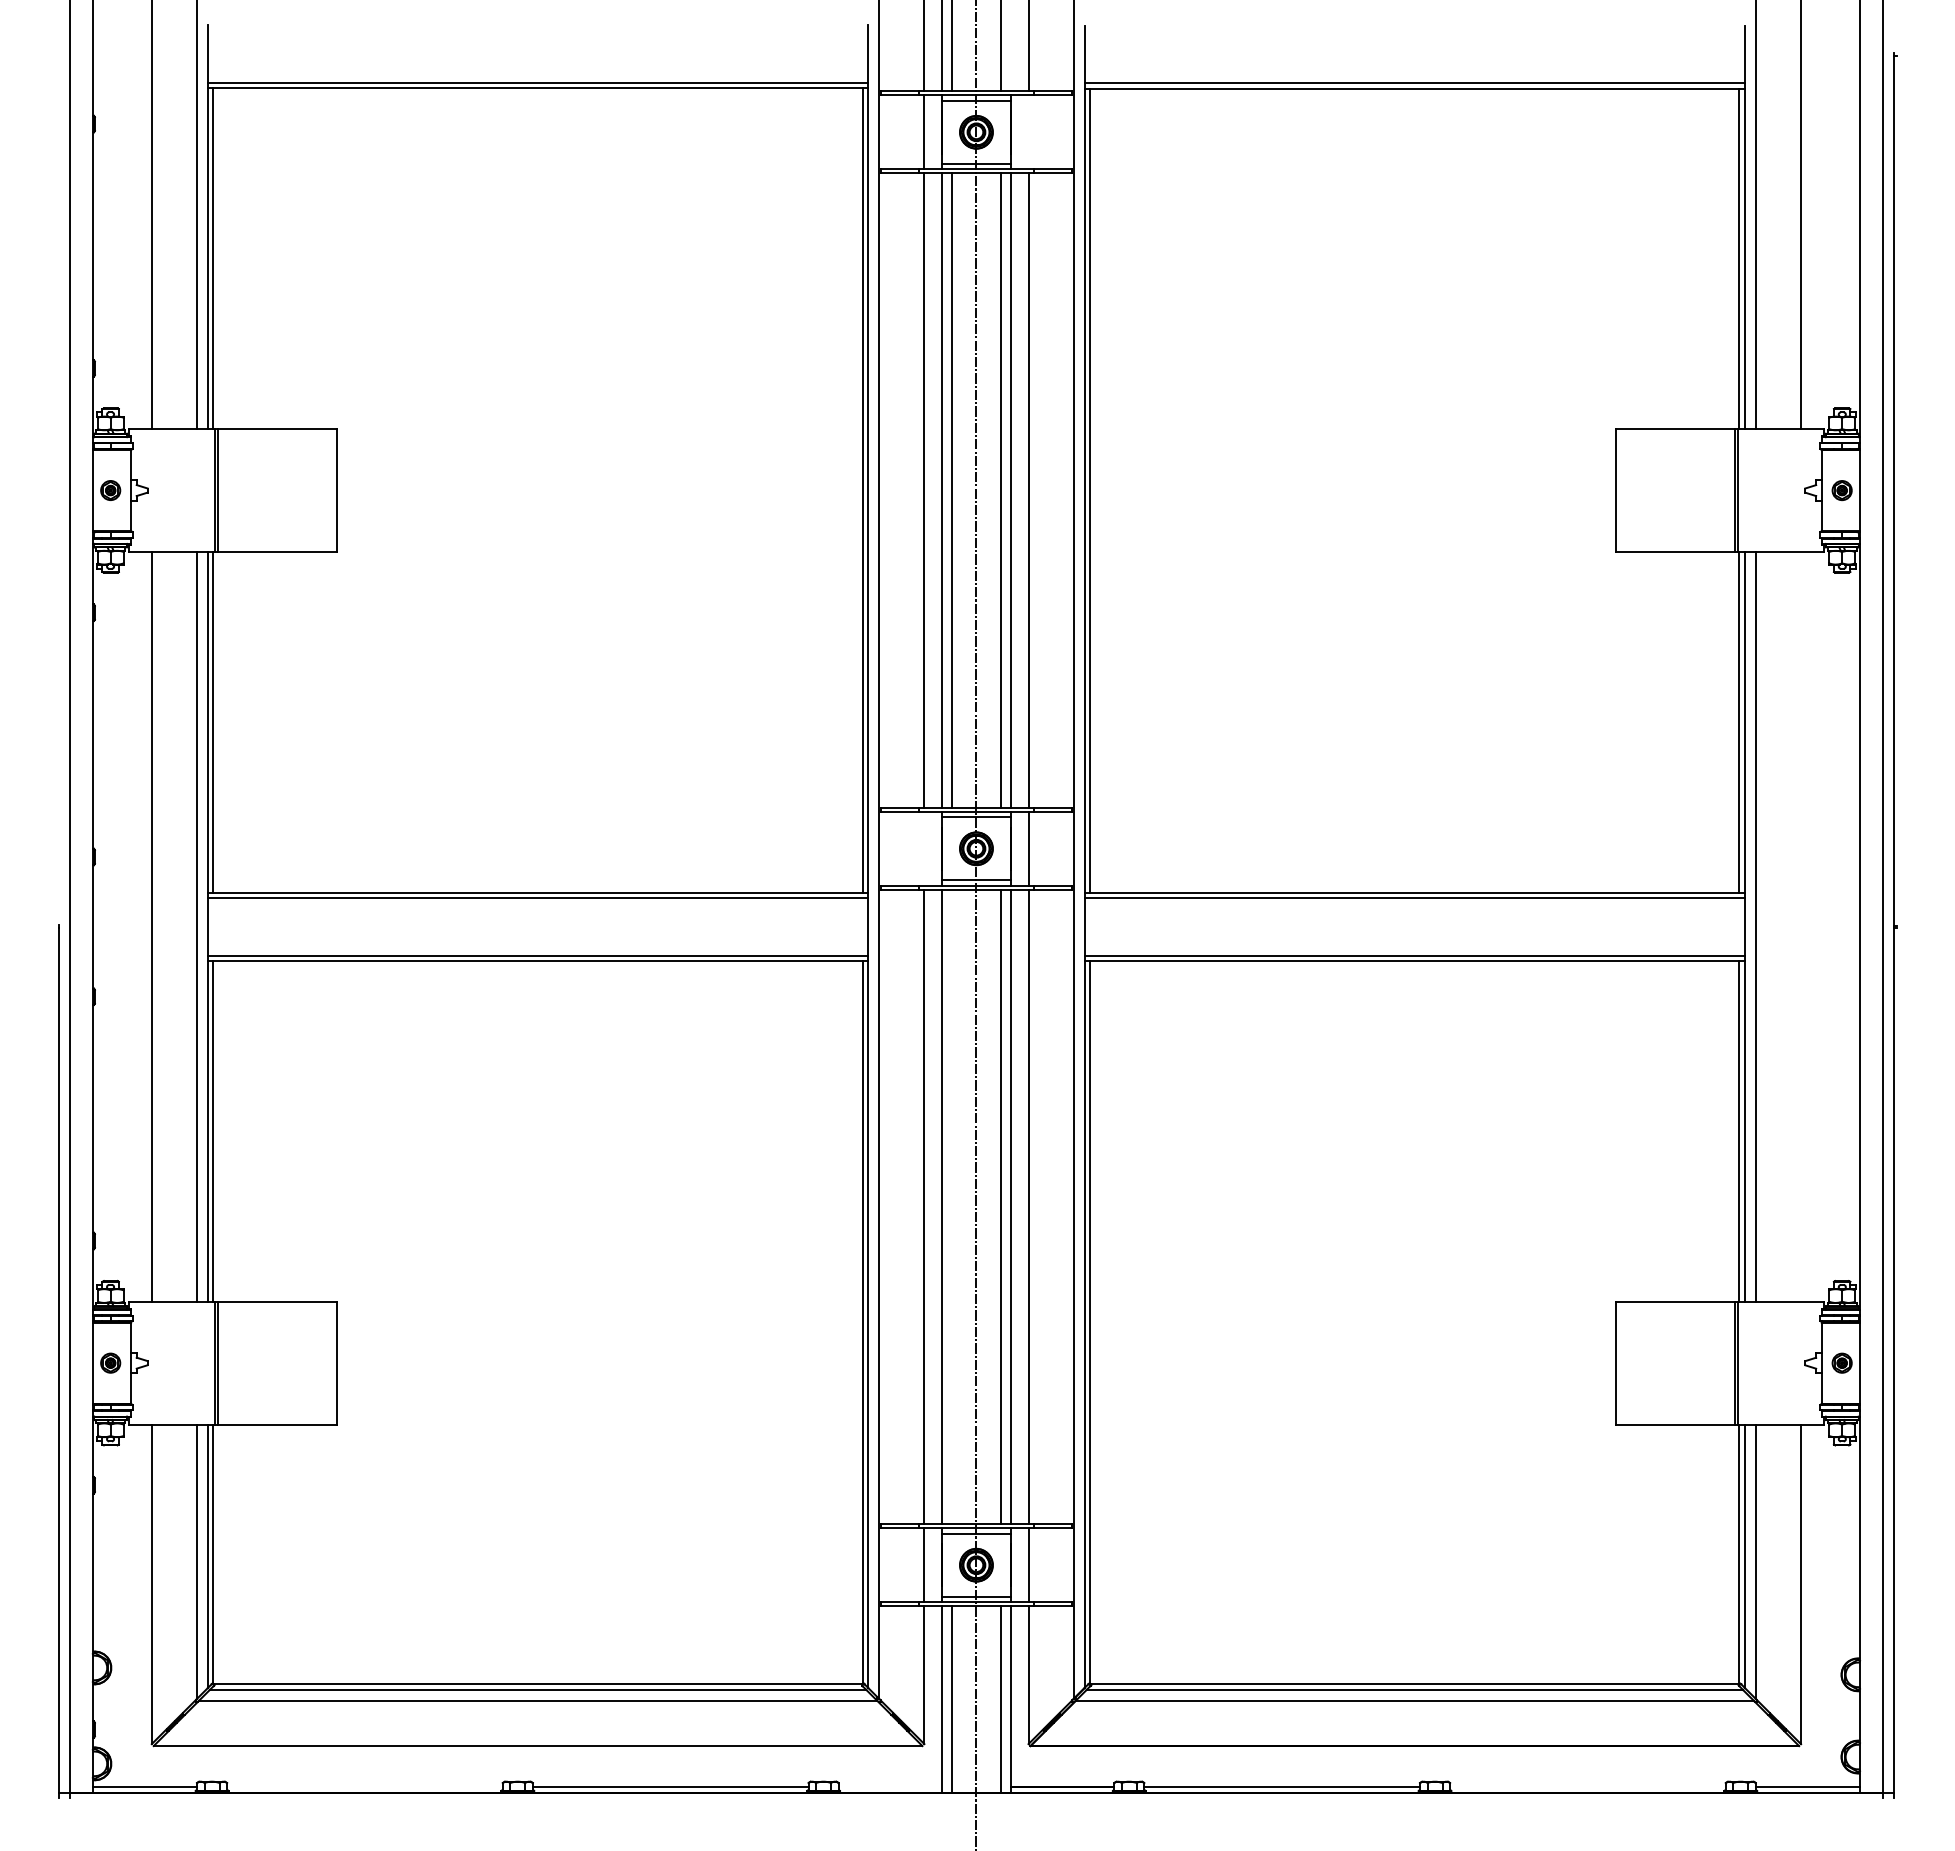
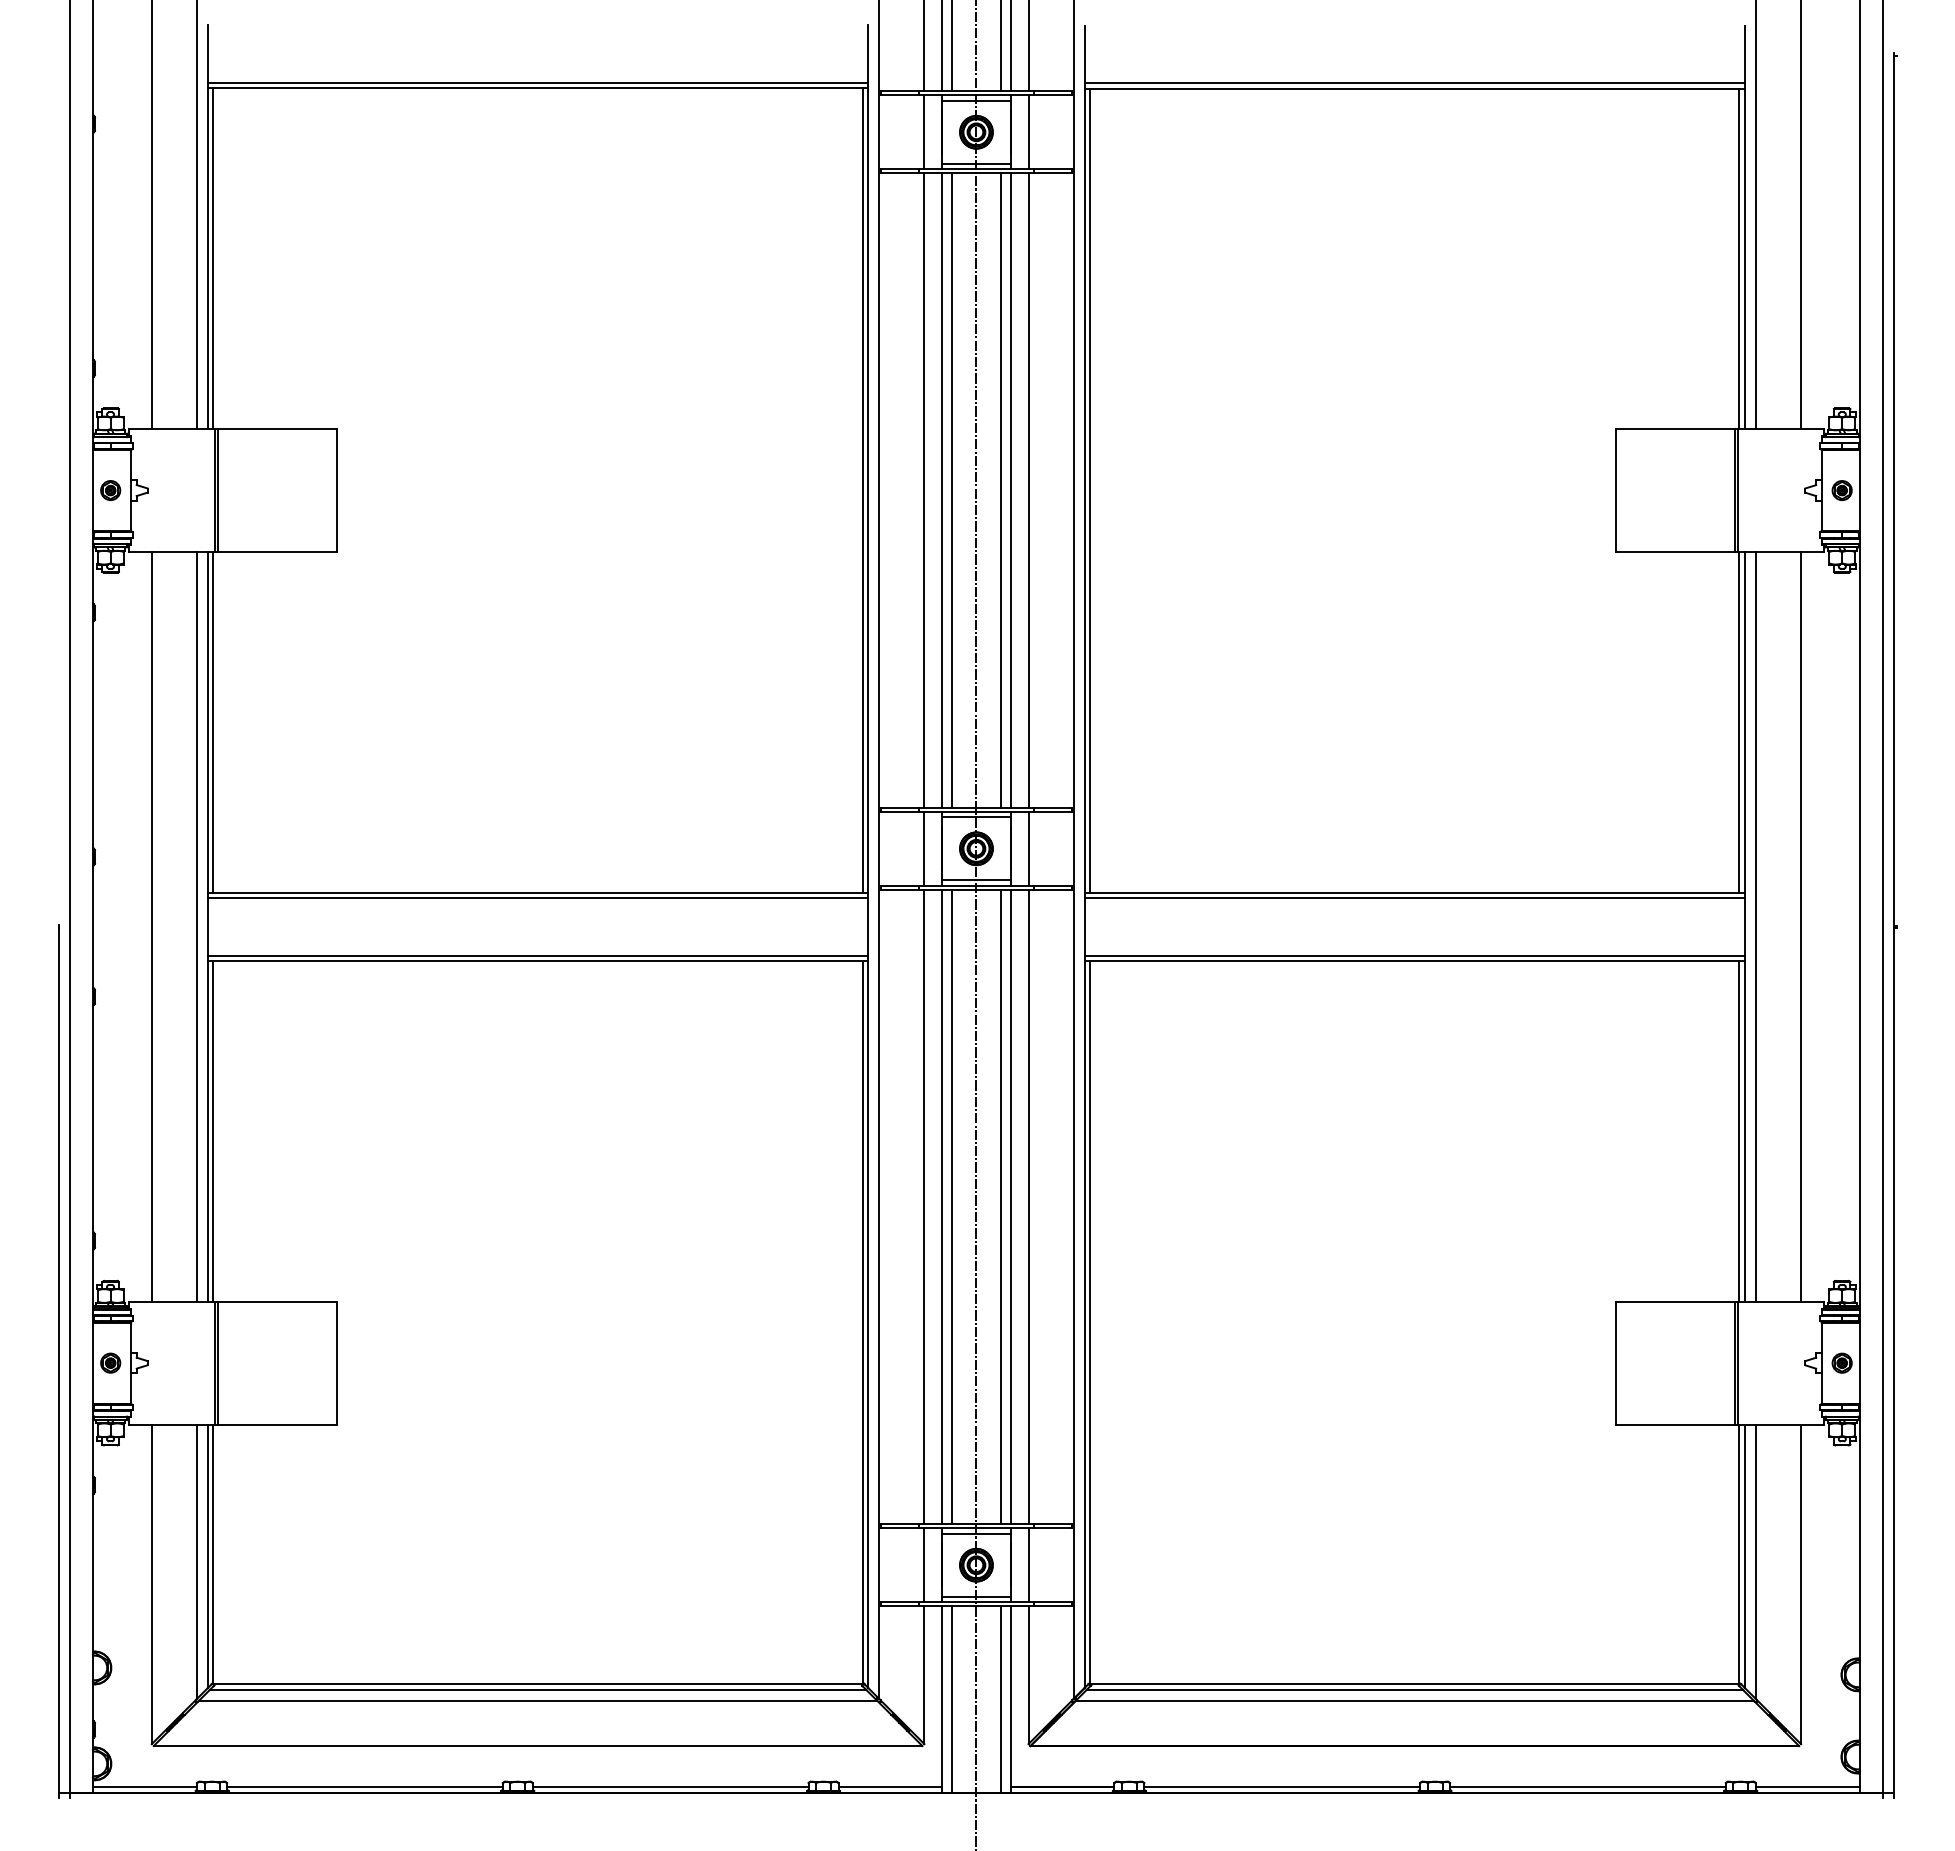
line at (1010, 46): none -> present
line at (1028, 132): none -> present
line at (924, 848): none -> present
line at (1801, 926): none -> present
line at (951, 1206): none -> present
line at (364, 1787): none -> present
line at (890, 1787): none -> present
line at (1587, 1787): none -> present
